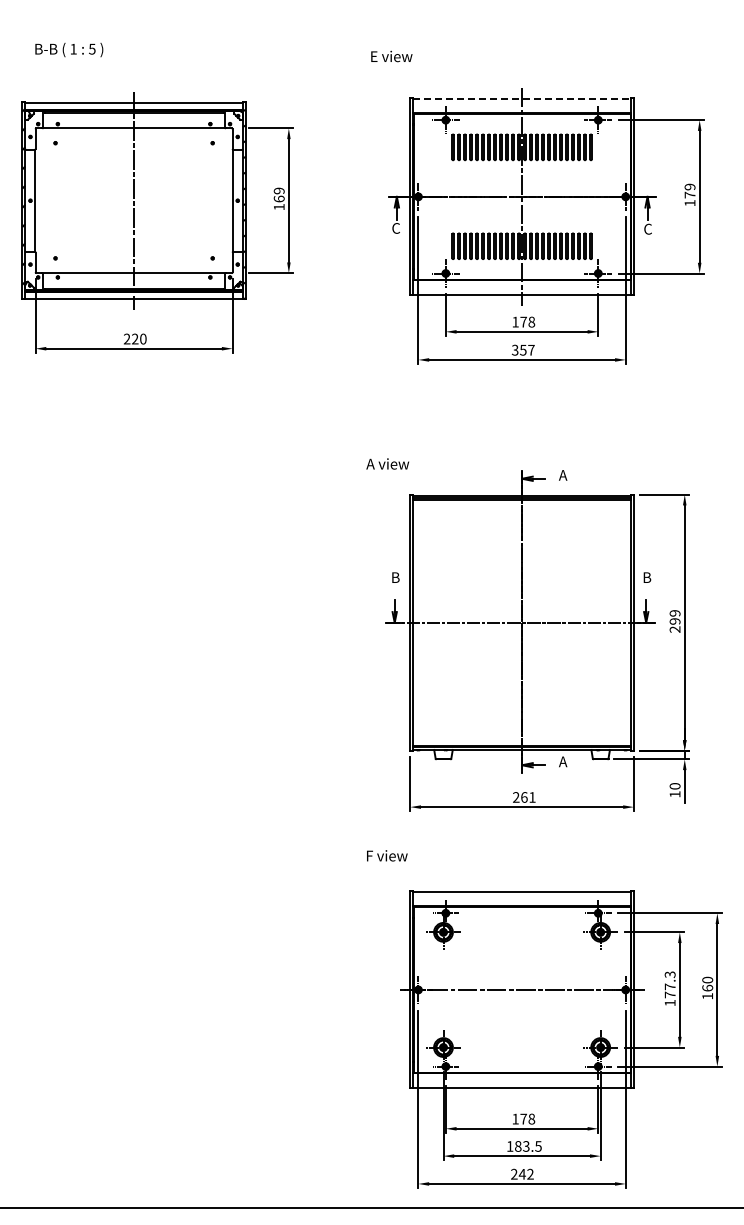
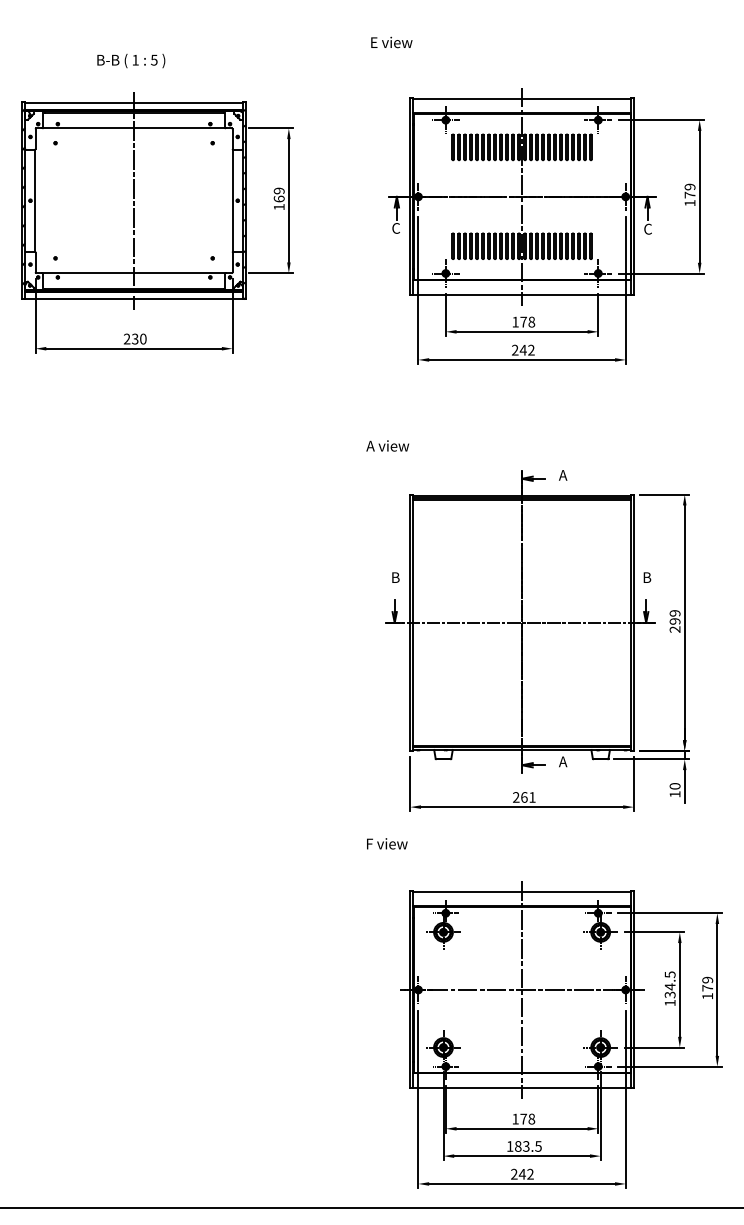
text at (69, 50) position: (69, 50) -> (131, 61)
text at (391, 56) position: (391, 56) -> (391, 42)
line at (522, 98): dashed -> solid
text at (135, 339): 220 -> 230
text at (522, 349): 357 -> 242
text at (387, 463) position: (387, 463) -> (387, 445)
text at (387, 855) position: (387, 855) -> (387, 843)
text at (707, 983): 160 -> 179
text at (669, 984): 177.3 -> 134.5
line at (522, 989): none -> present
